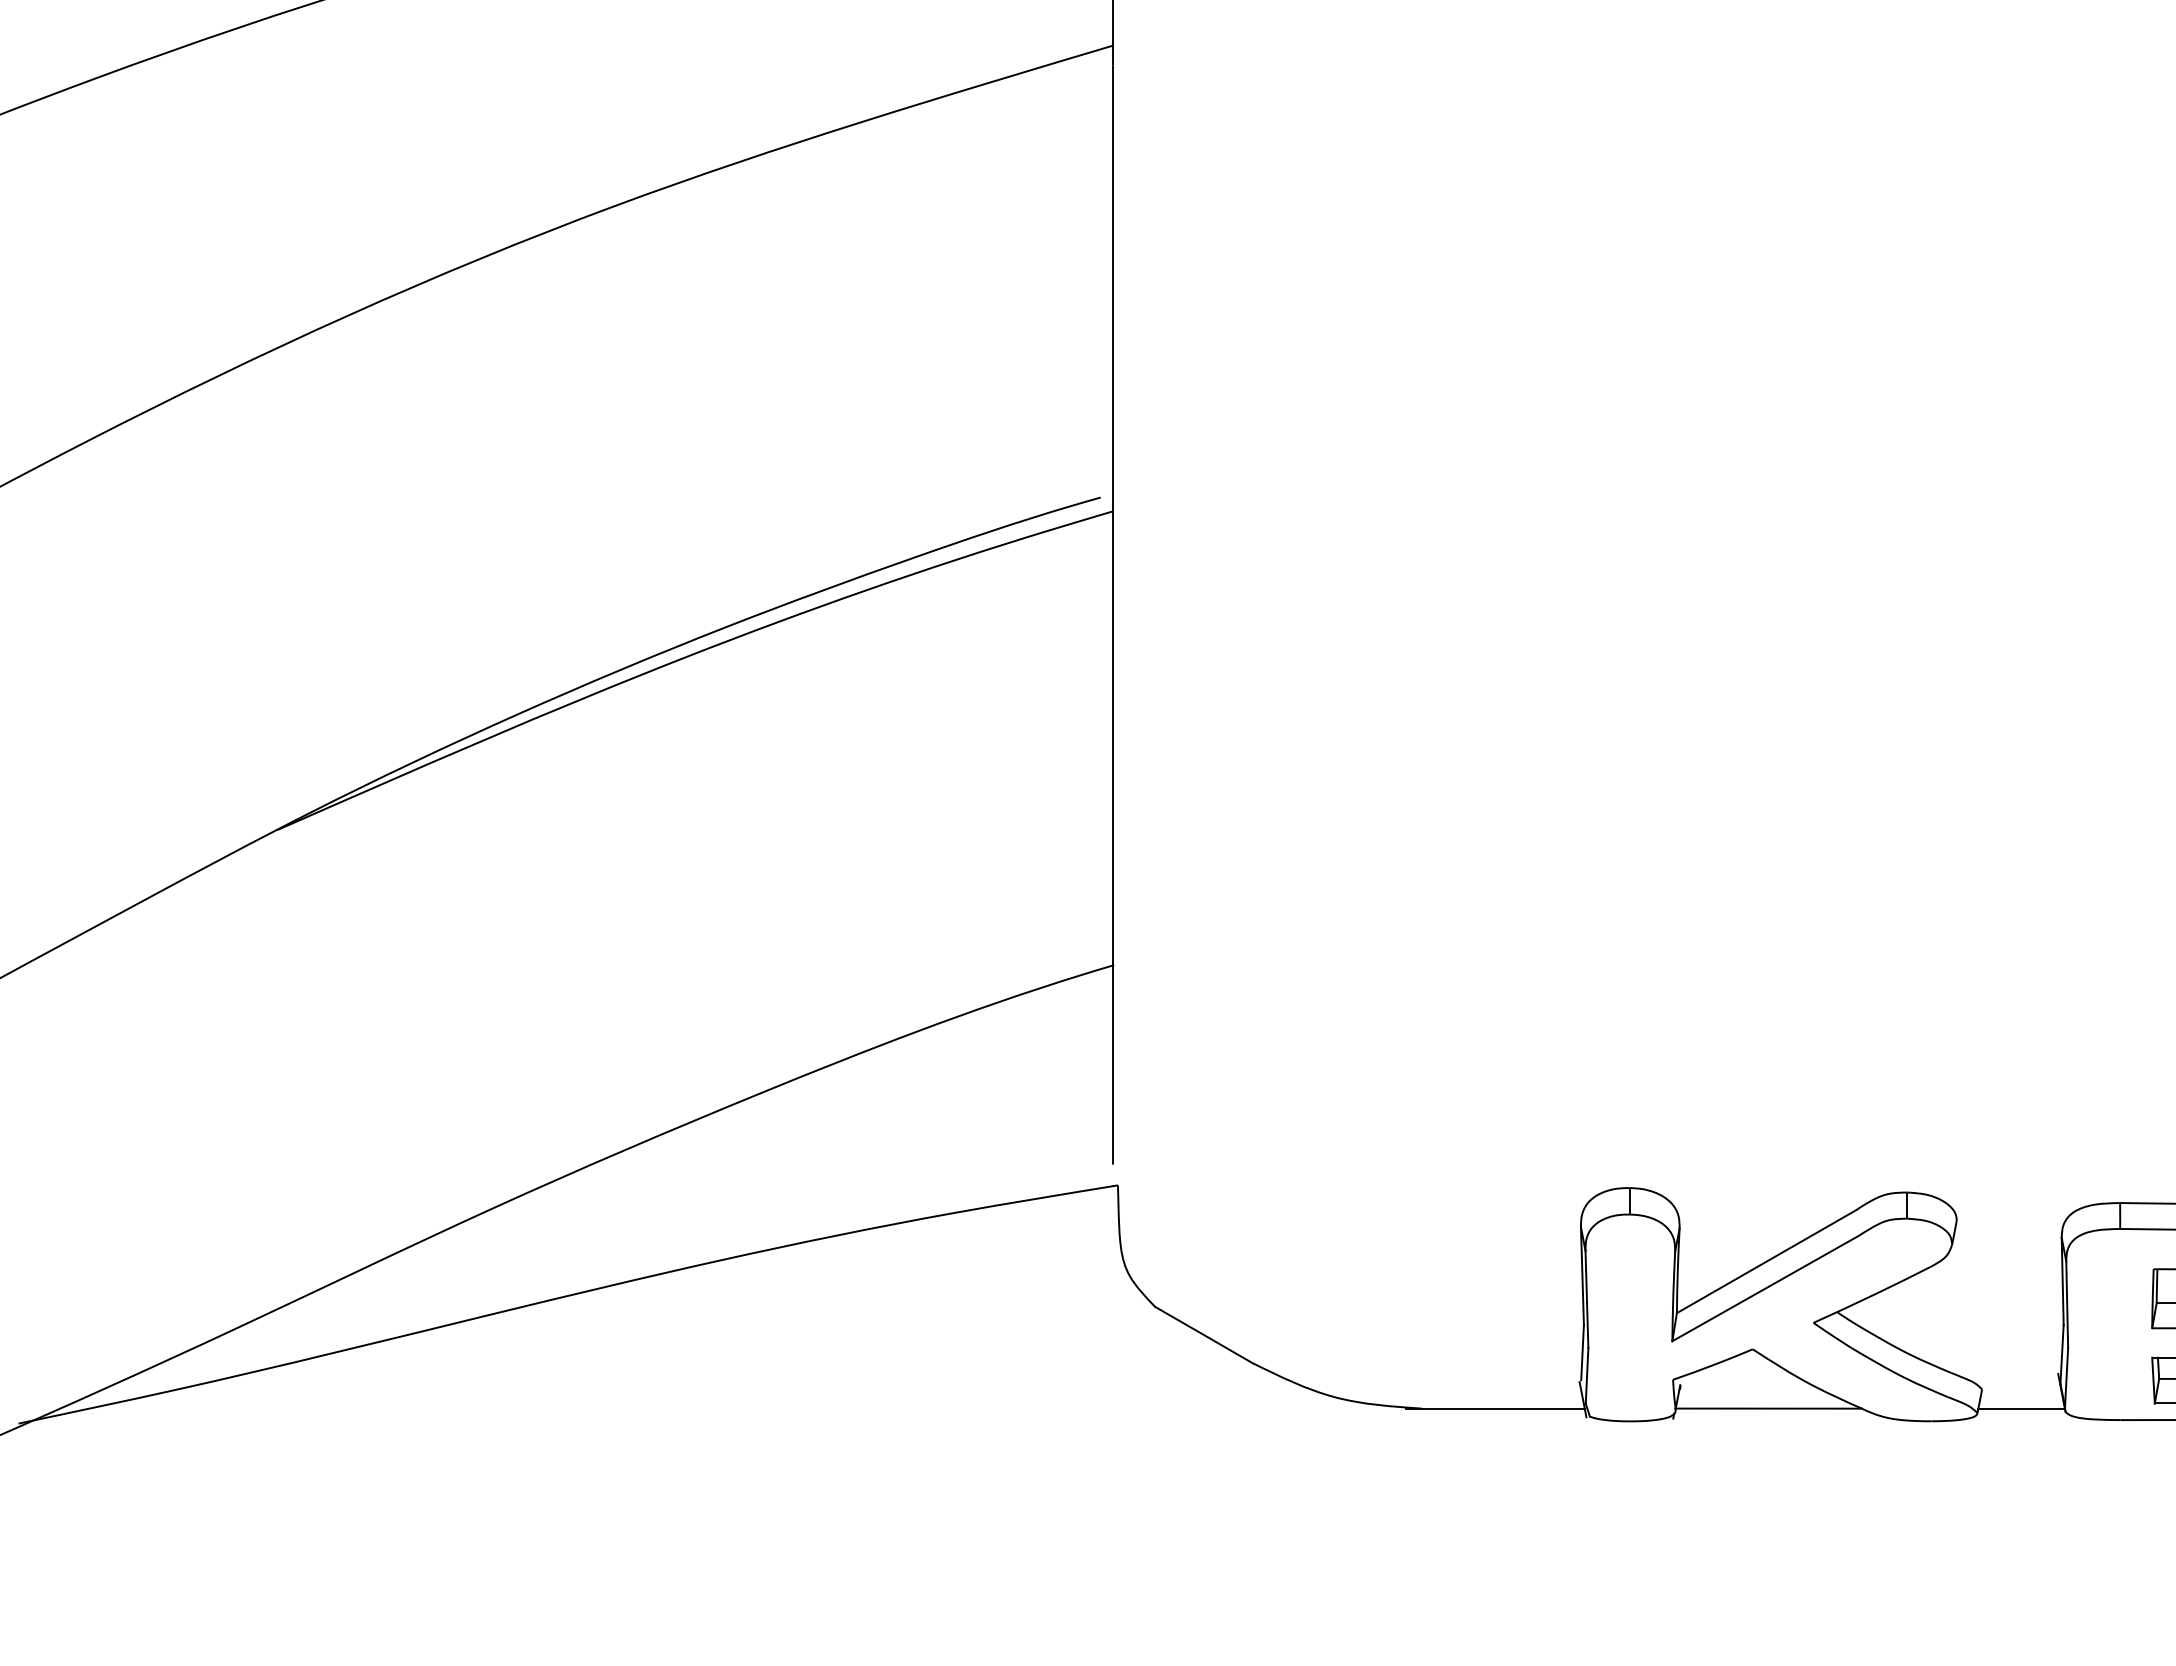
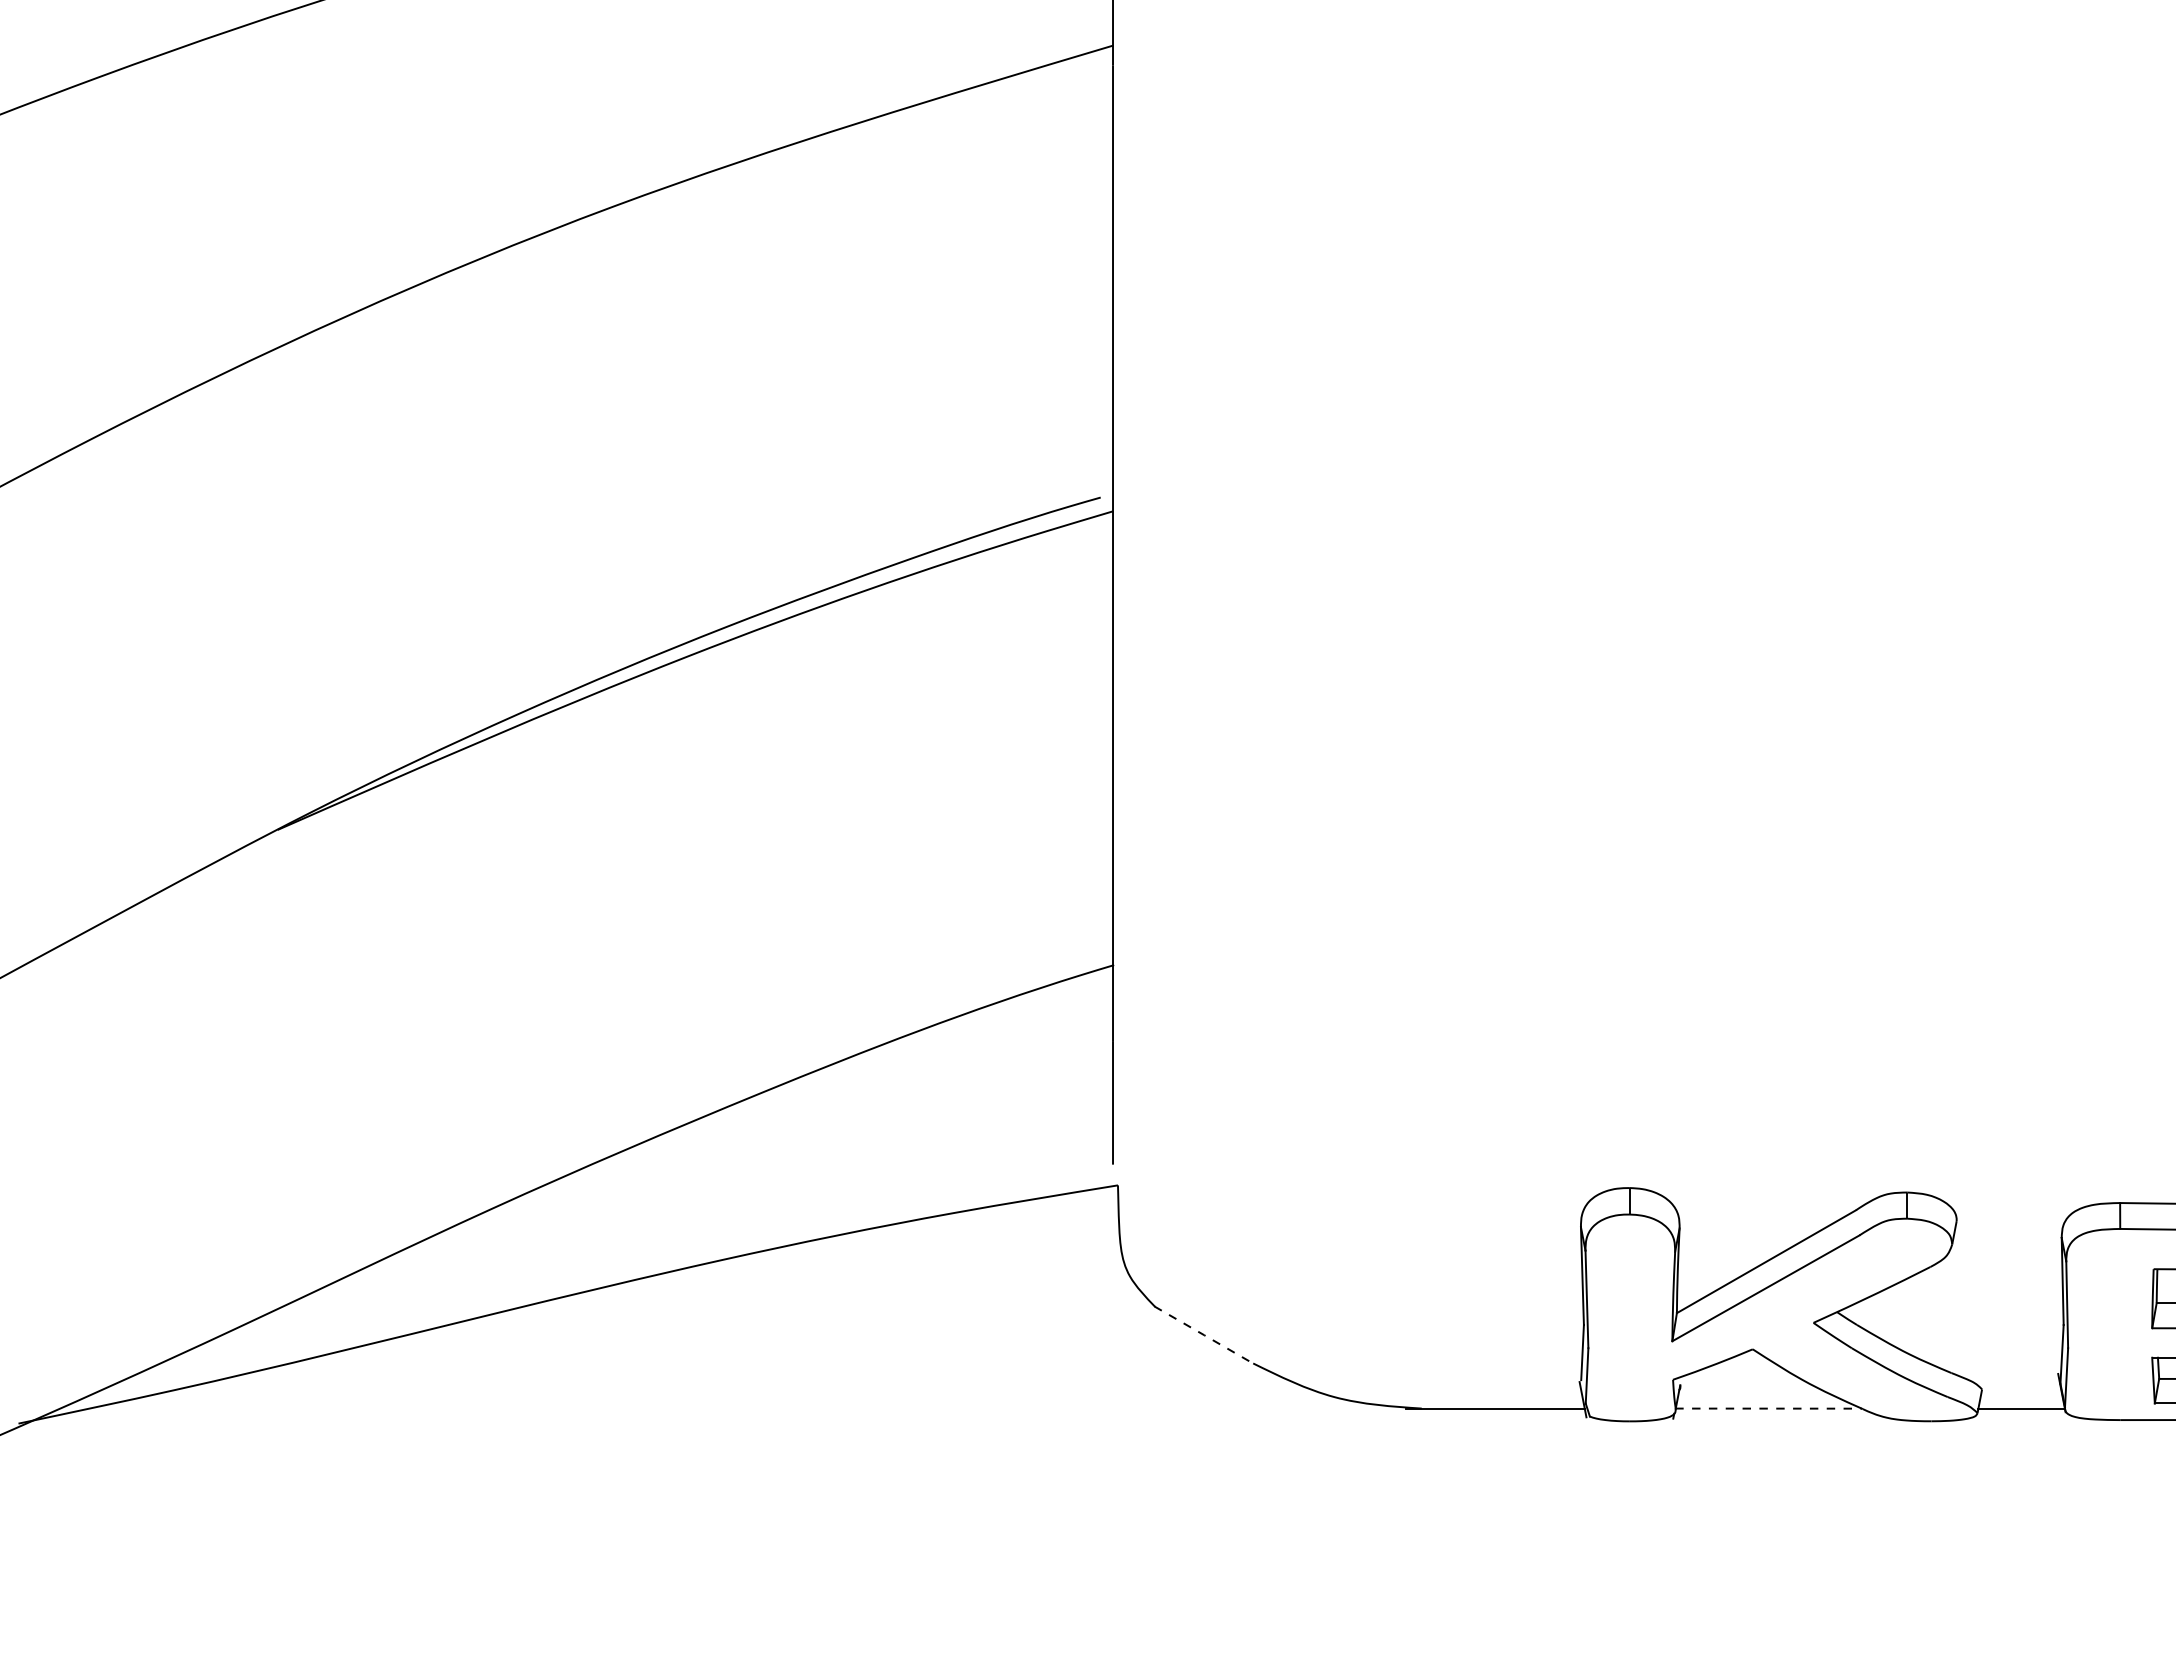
line at (1204, 1335): solid -> dashed
line at (1769, 1408): solid -> dashed
